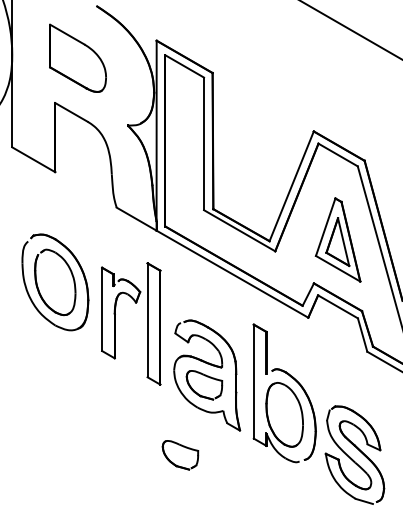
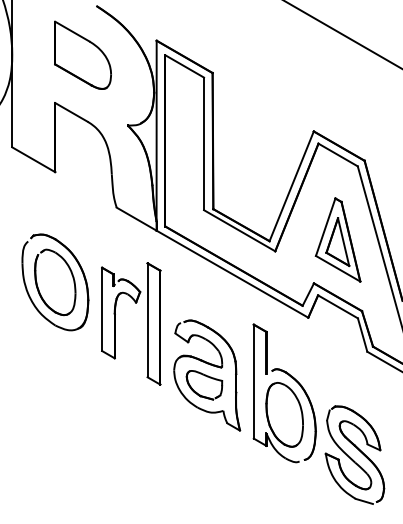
line at (350, 30) position: (350, 30) -> (342, 34)
part at (77, 57) position: (77, 57) -> (82, 54)
part at (180, 455): present -> none
